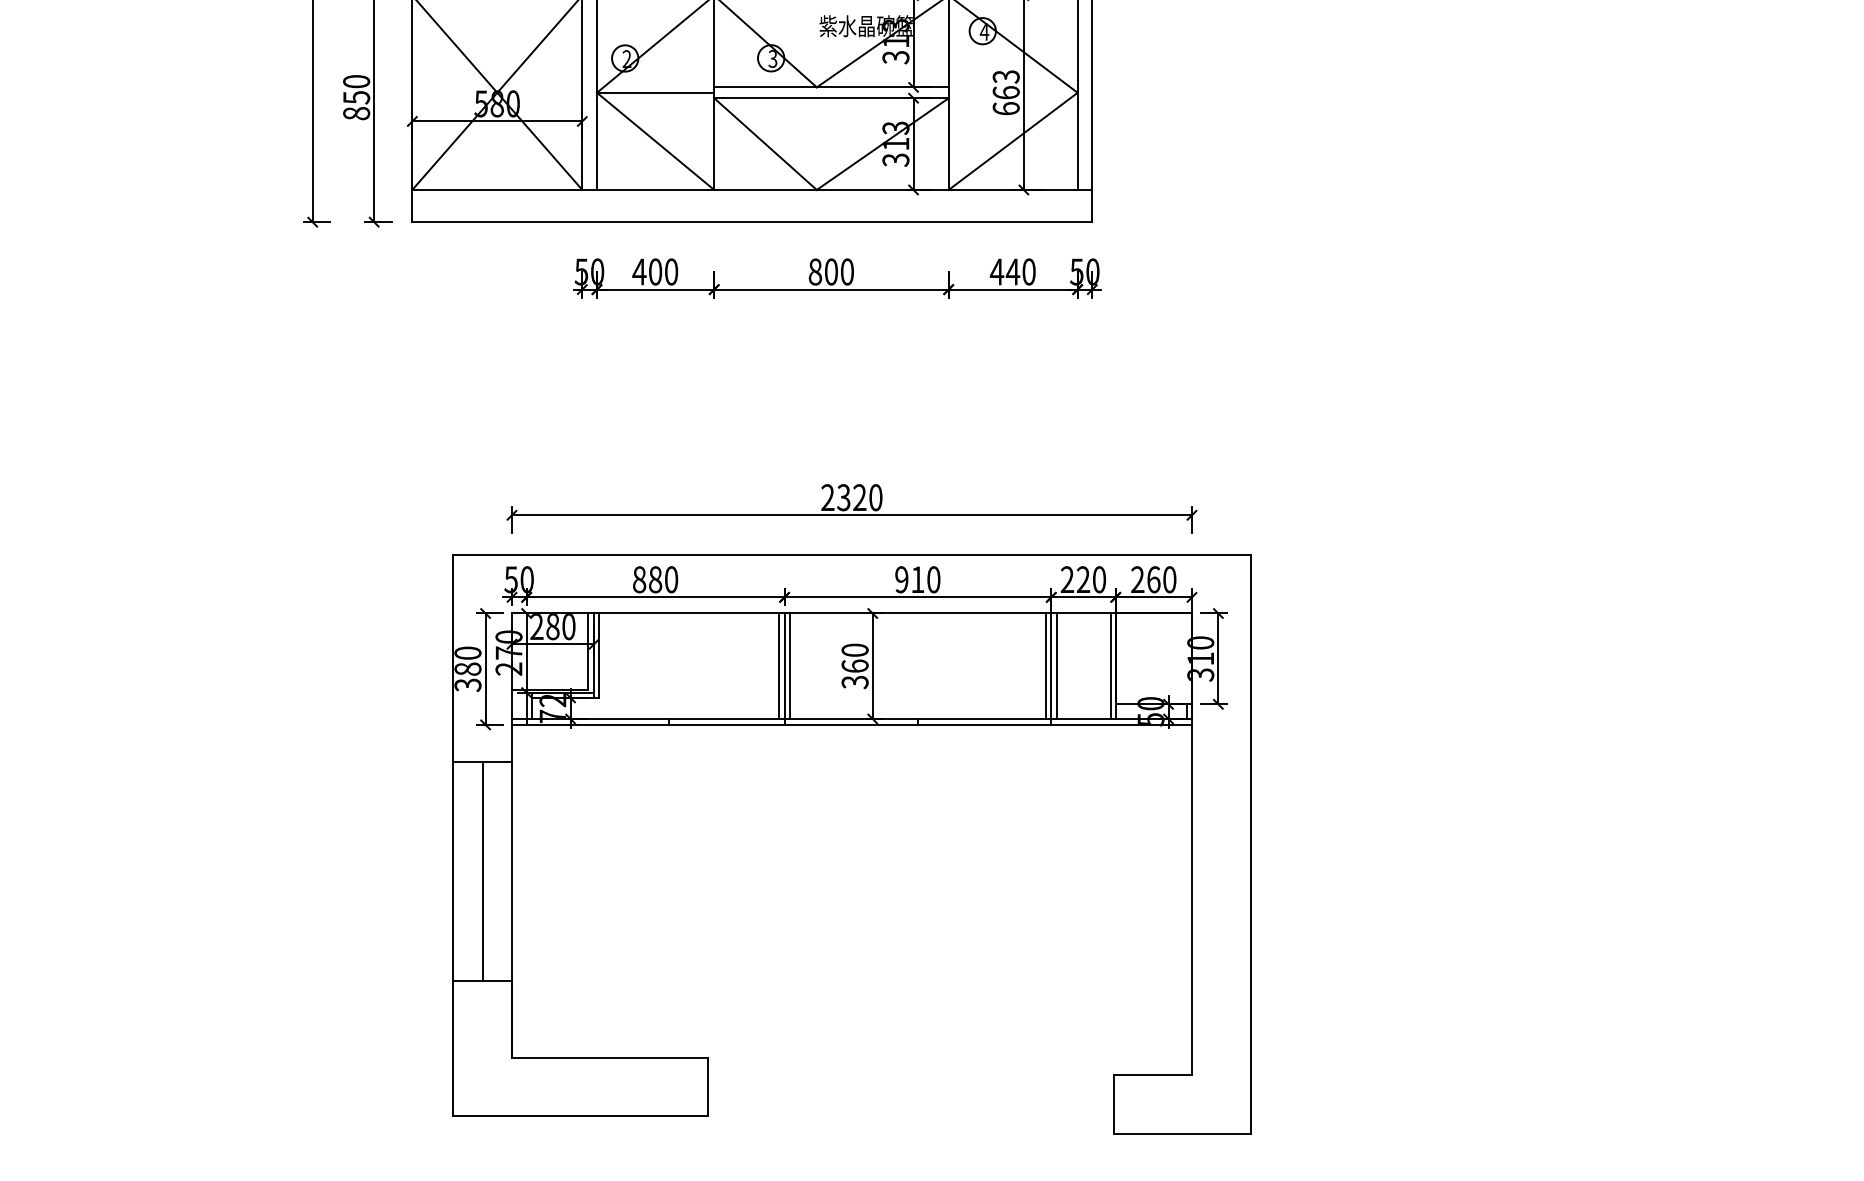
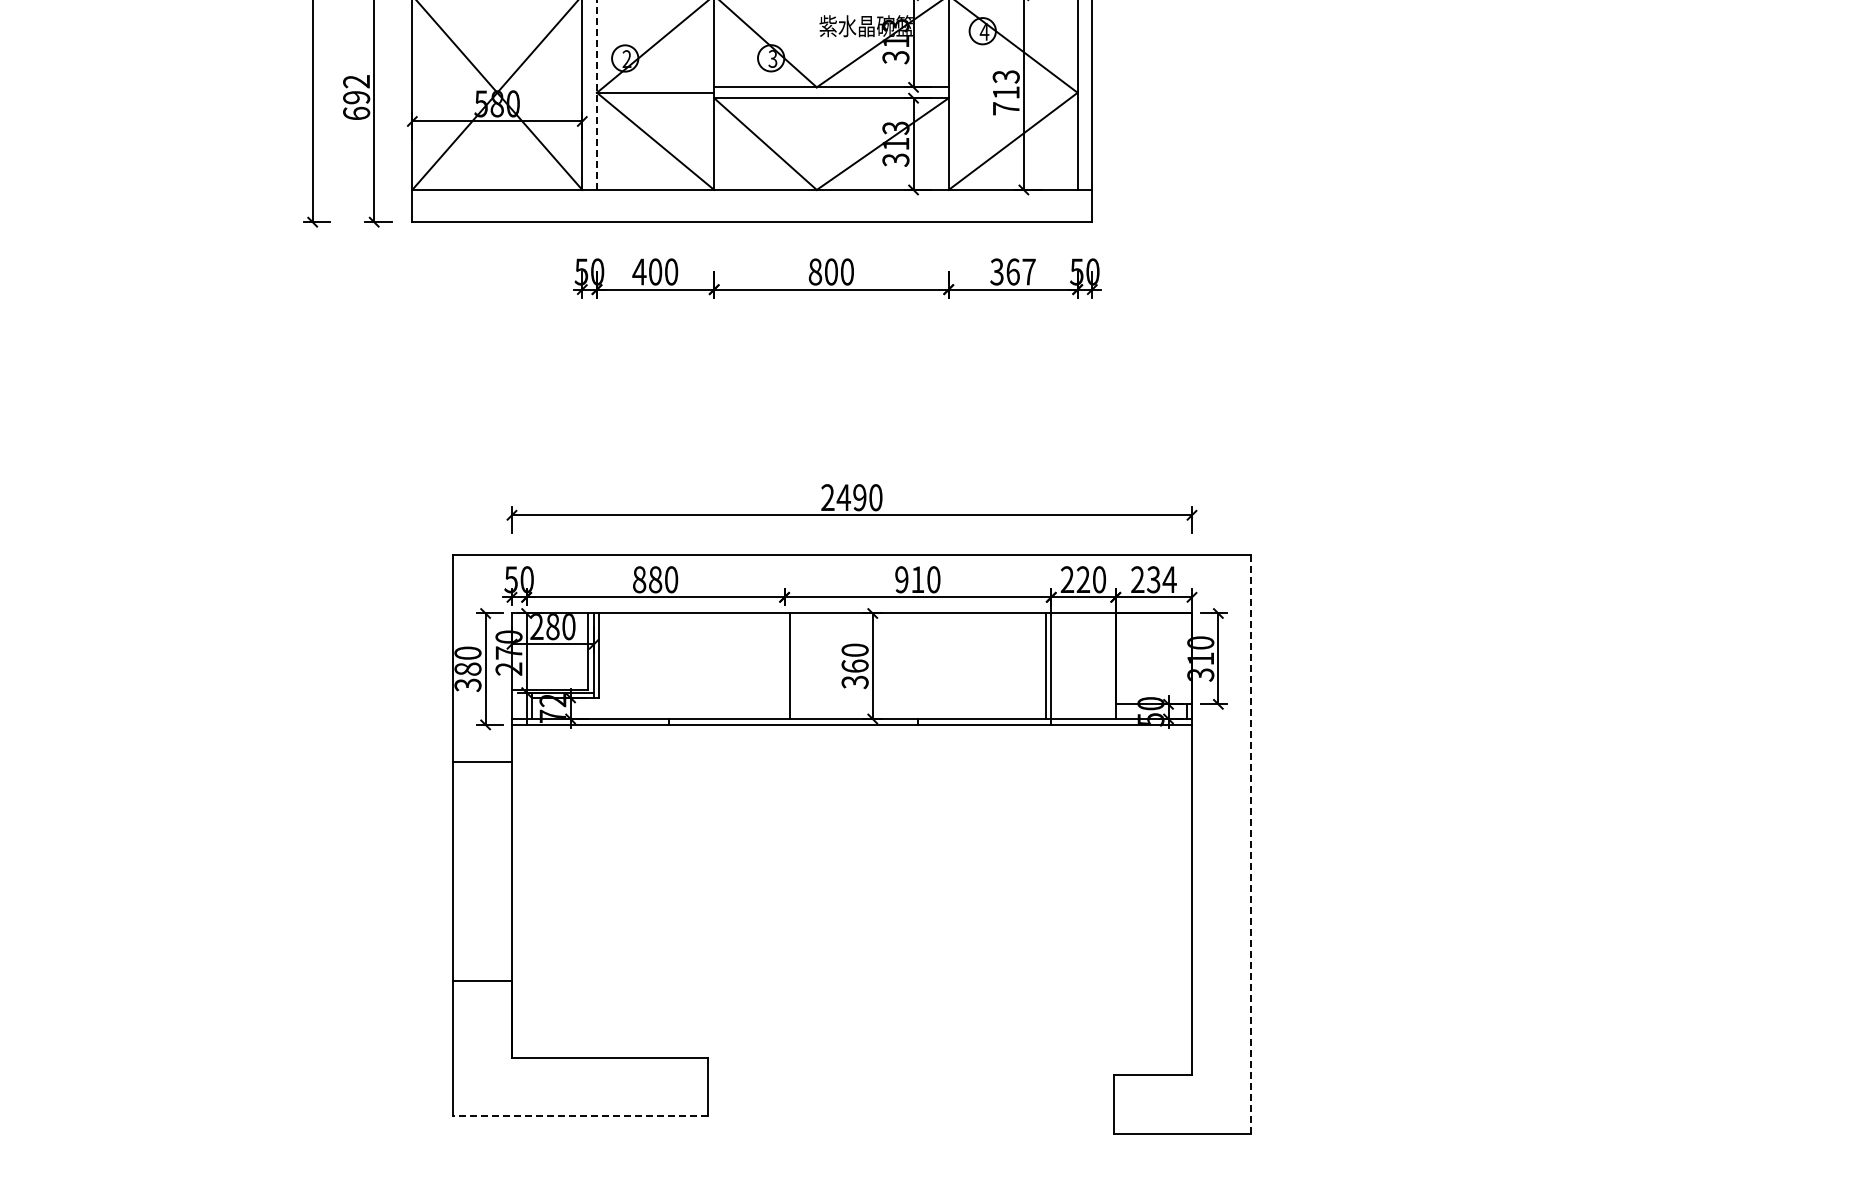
line at (596, 95): solid -> dashed
text at (356, 97): 850 -> 692
text at (1005, 100): 663 -> 713
text at (1012, 271): 440 -> 367
text at (851, 497): 2320 -> 2490
text at (1161, 579): 260 -> 234
line at (779, 666): present -> none
line at (1056, 666): present -> none
line at (1110, 666): present -> none
line at (784, 668): present -> none
line at (1250, 844): solid -> dashed
line at (482, 871): present -> none
line at (580, 1116): solid -> dashed
